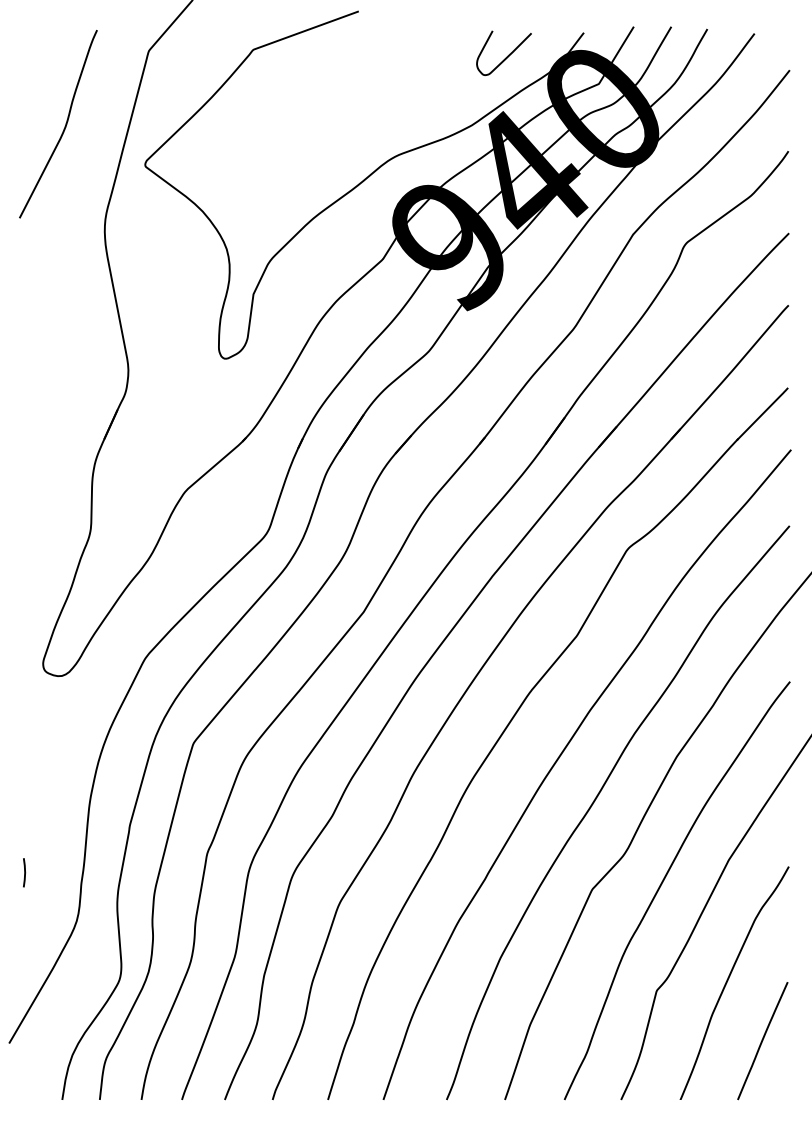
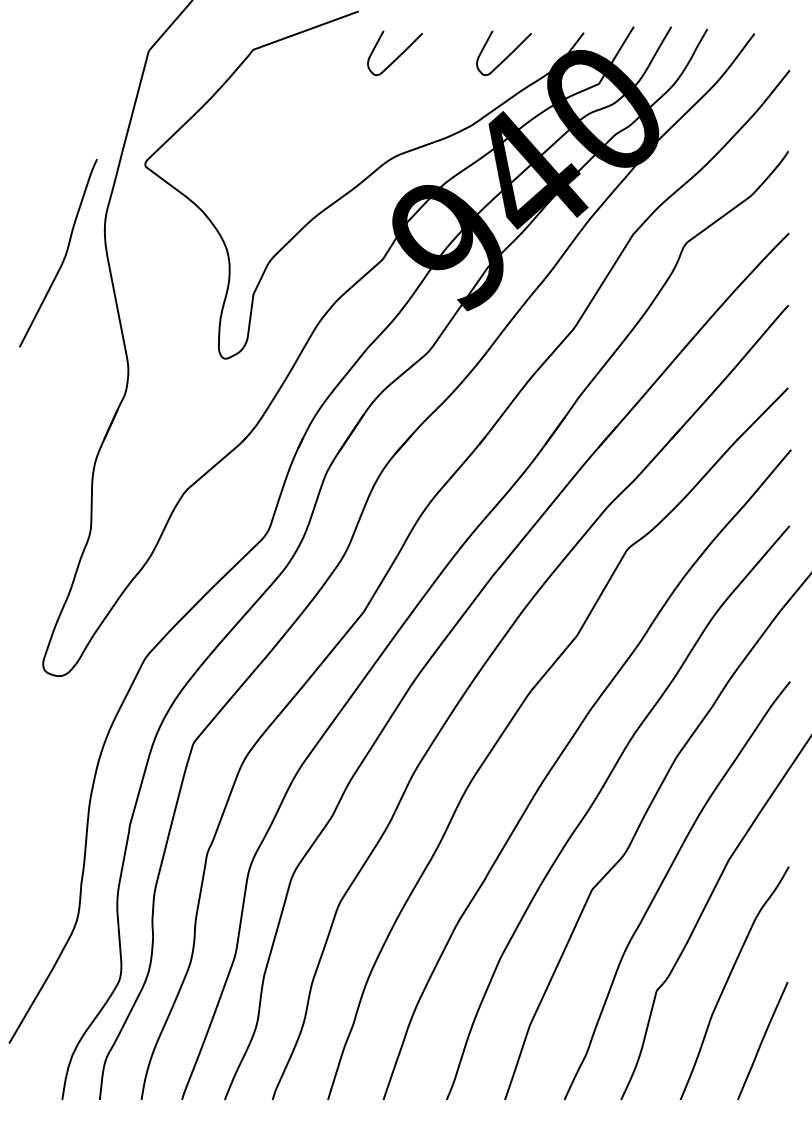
curve at (398, 55): none -> present
curve at (64, 126) position: (64, 126) -> (64, 255)
line at (24, 872): present -> none
